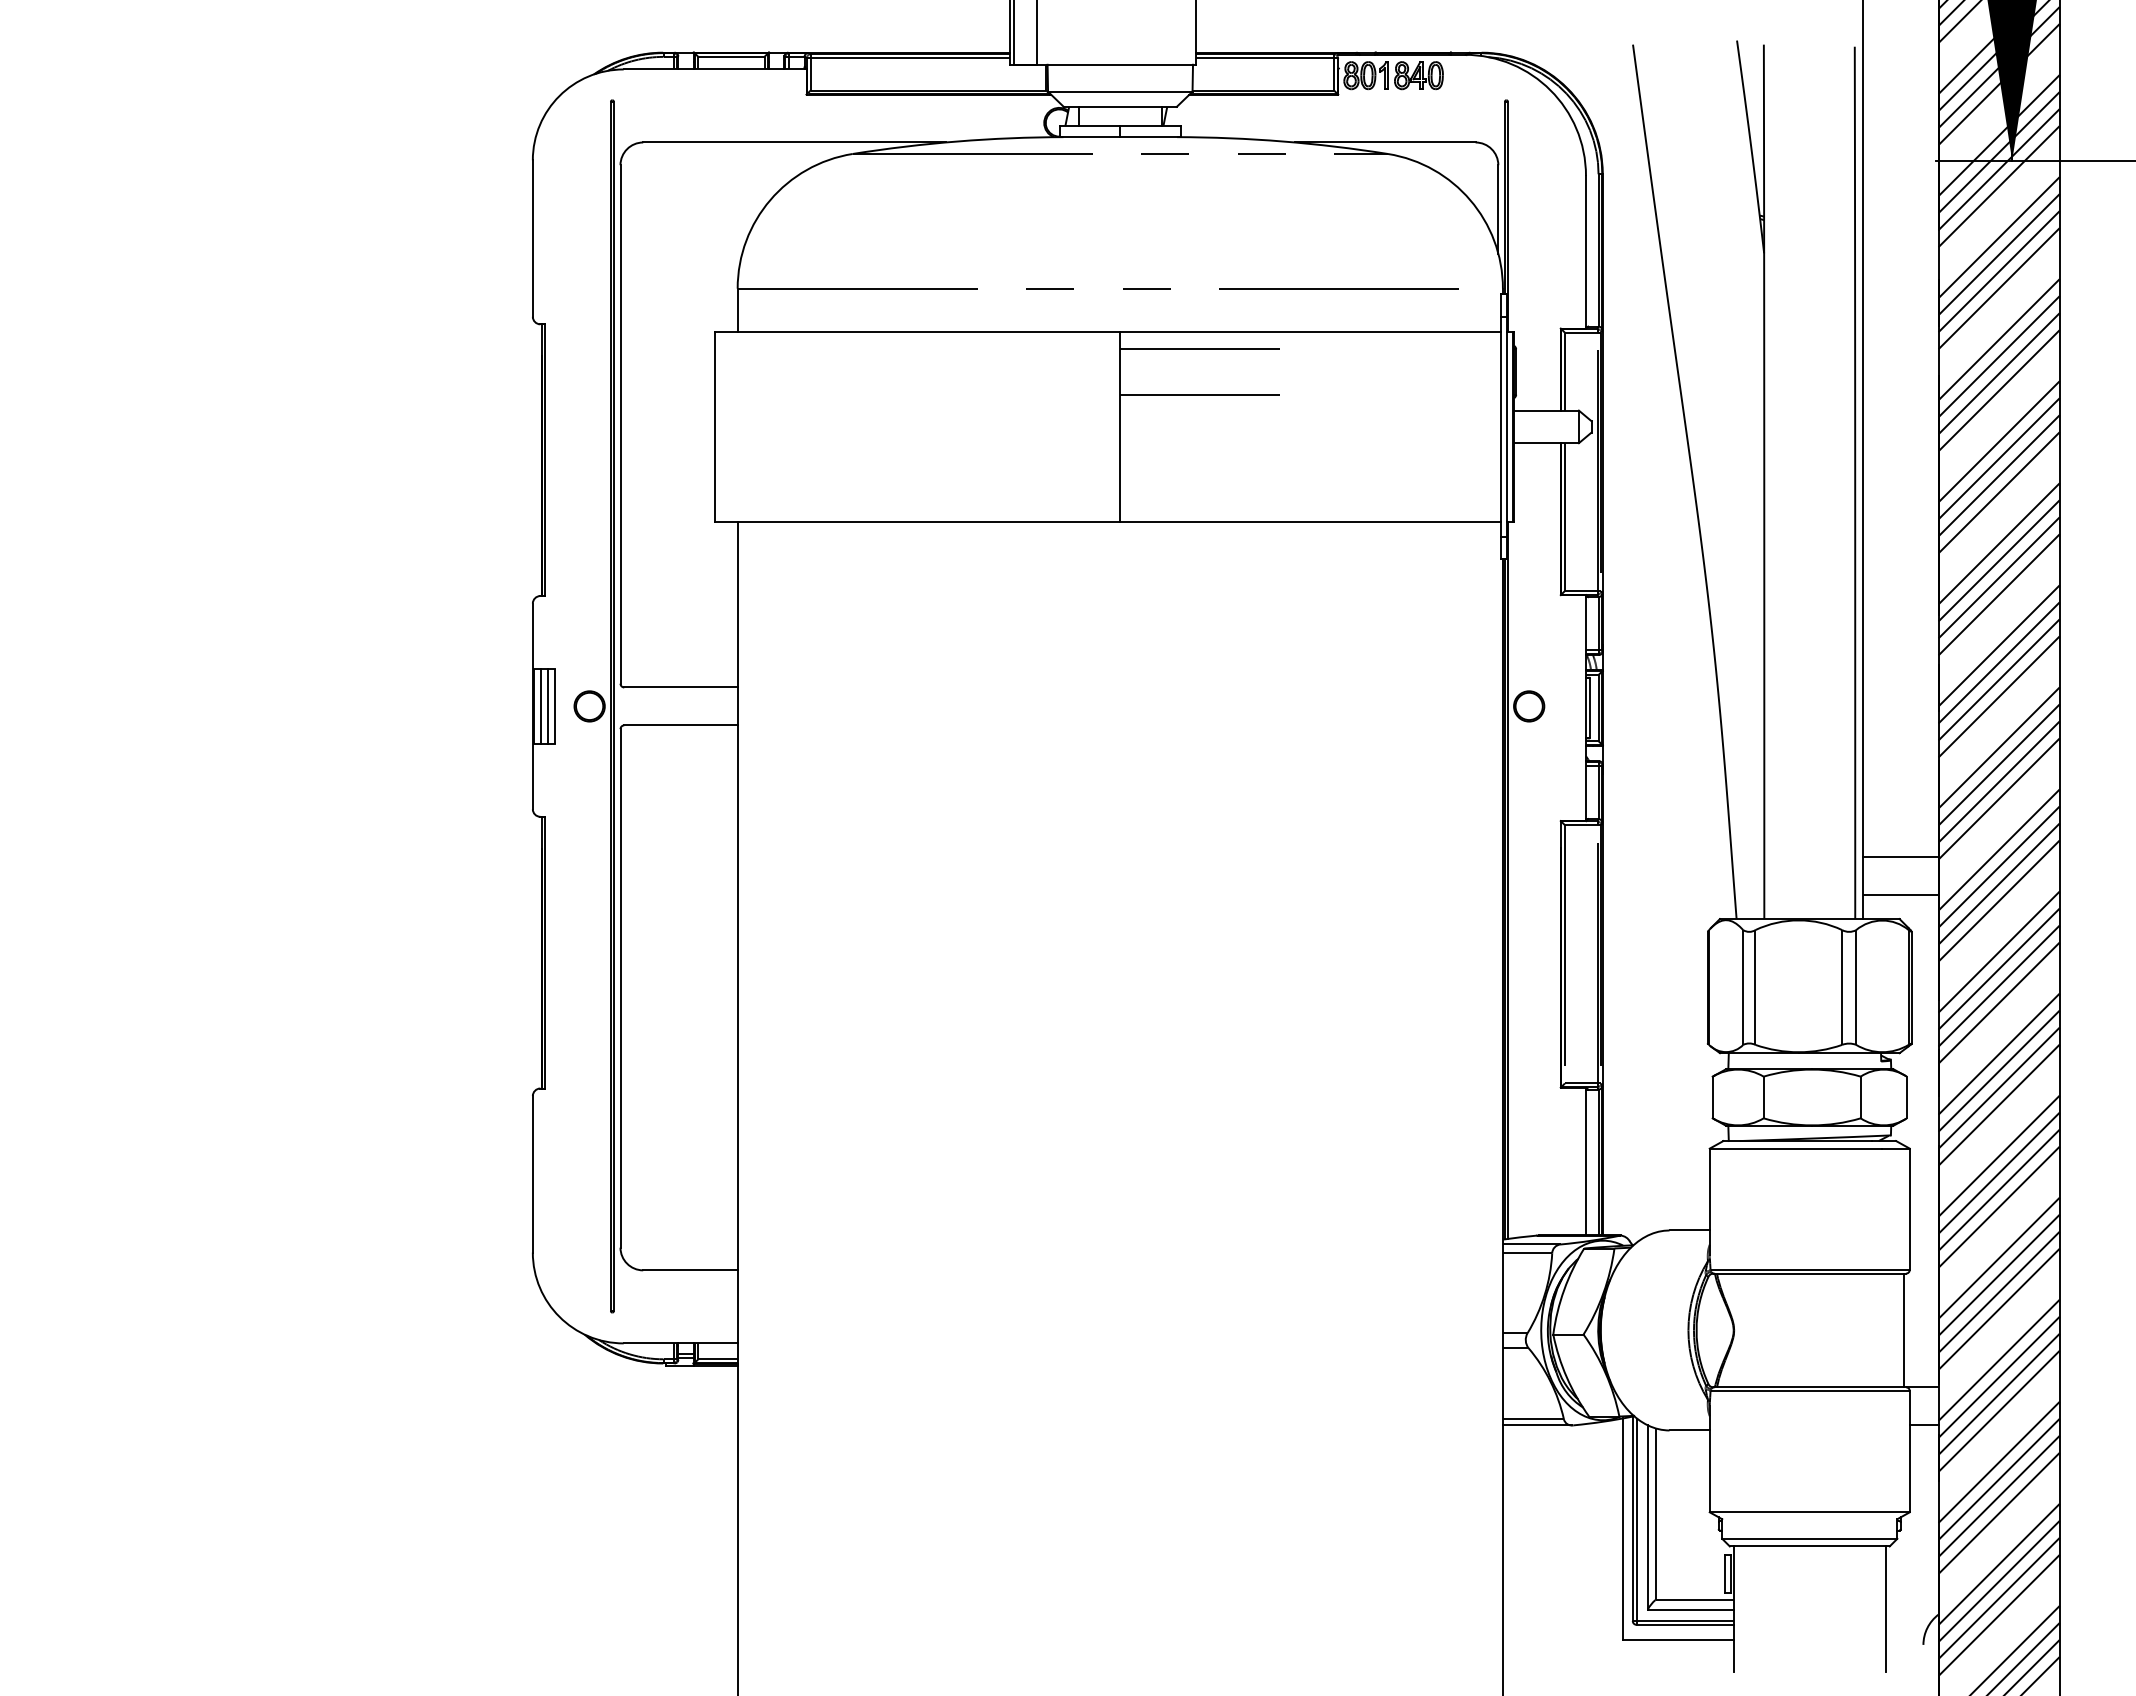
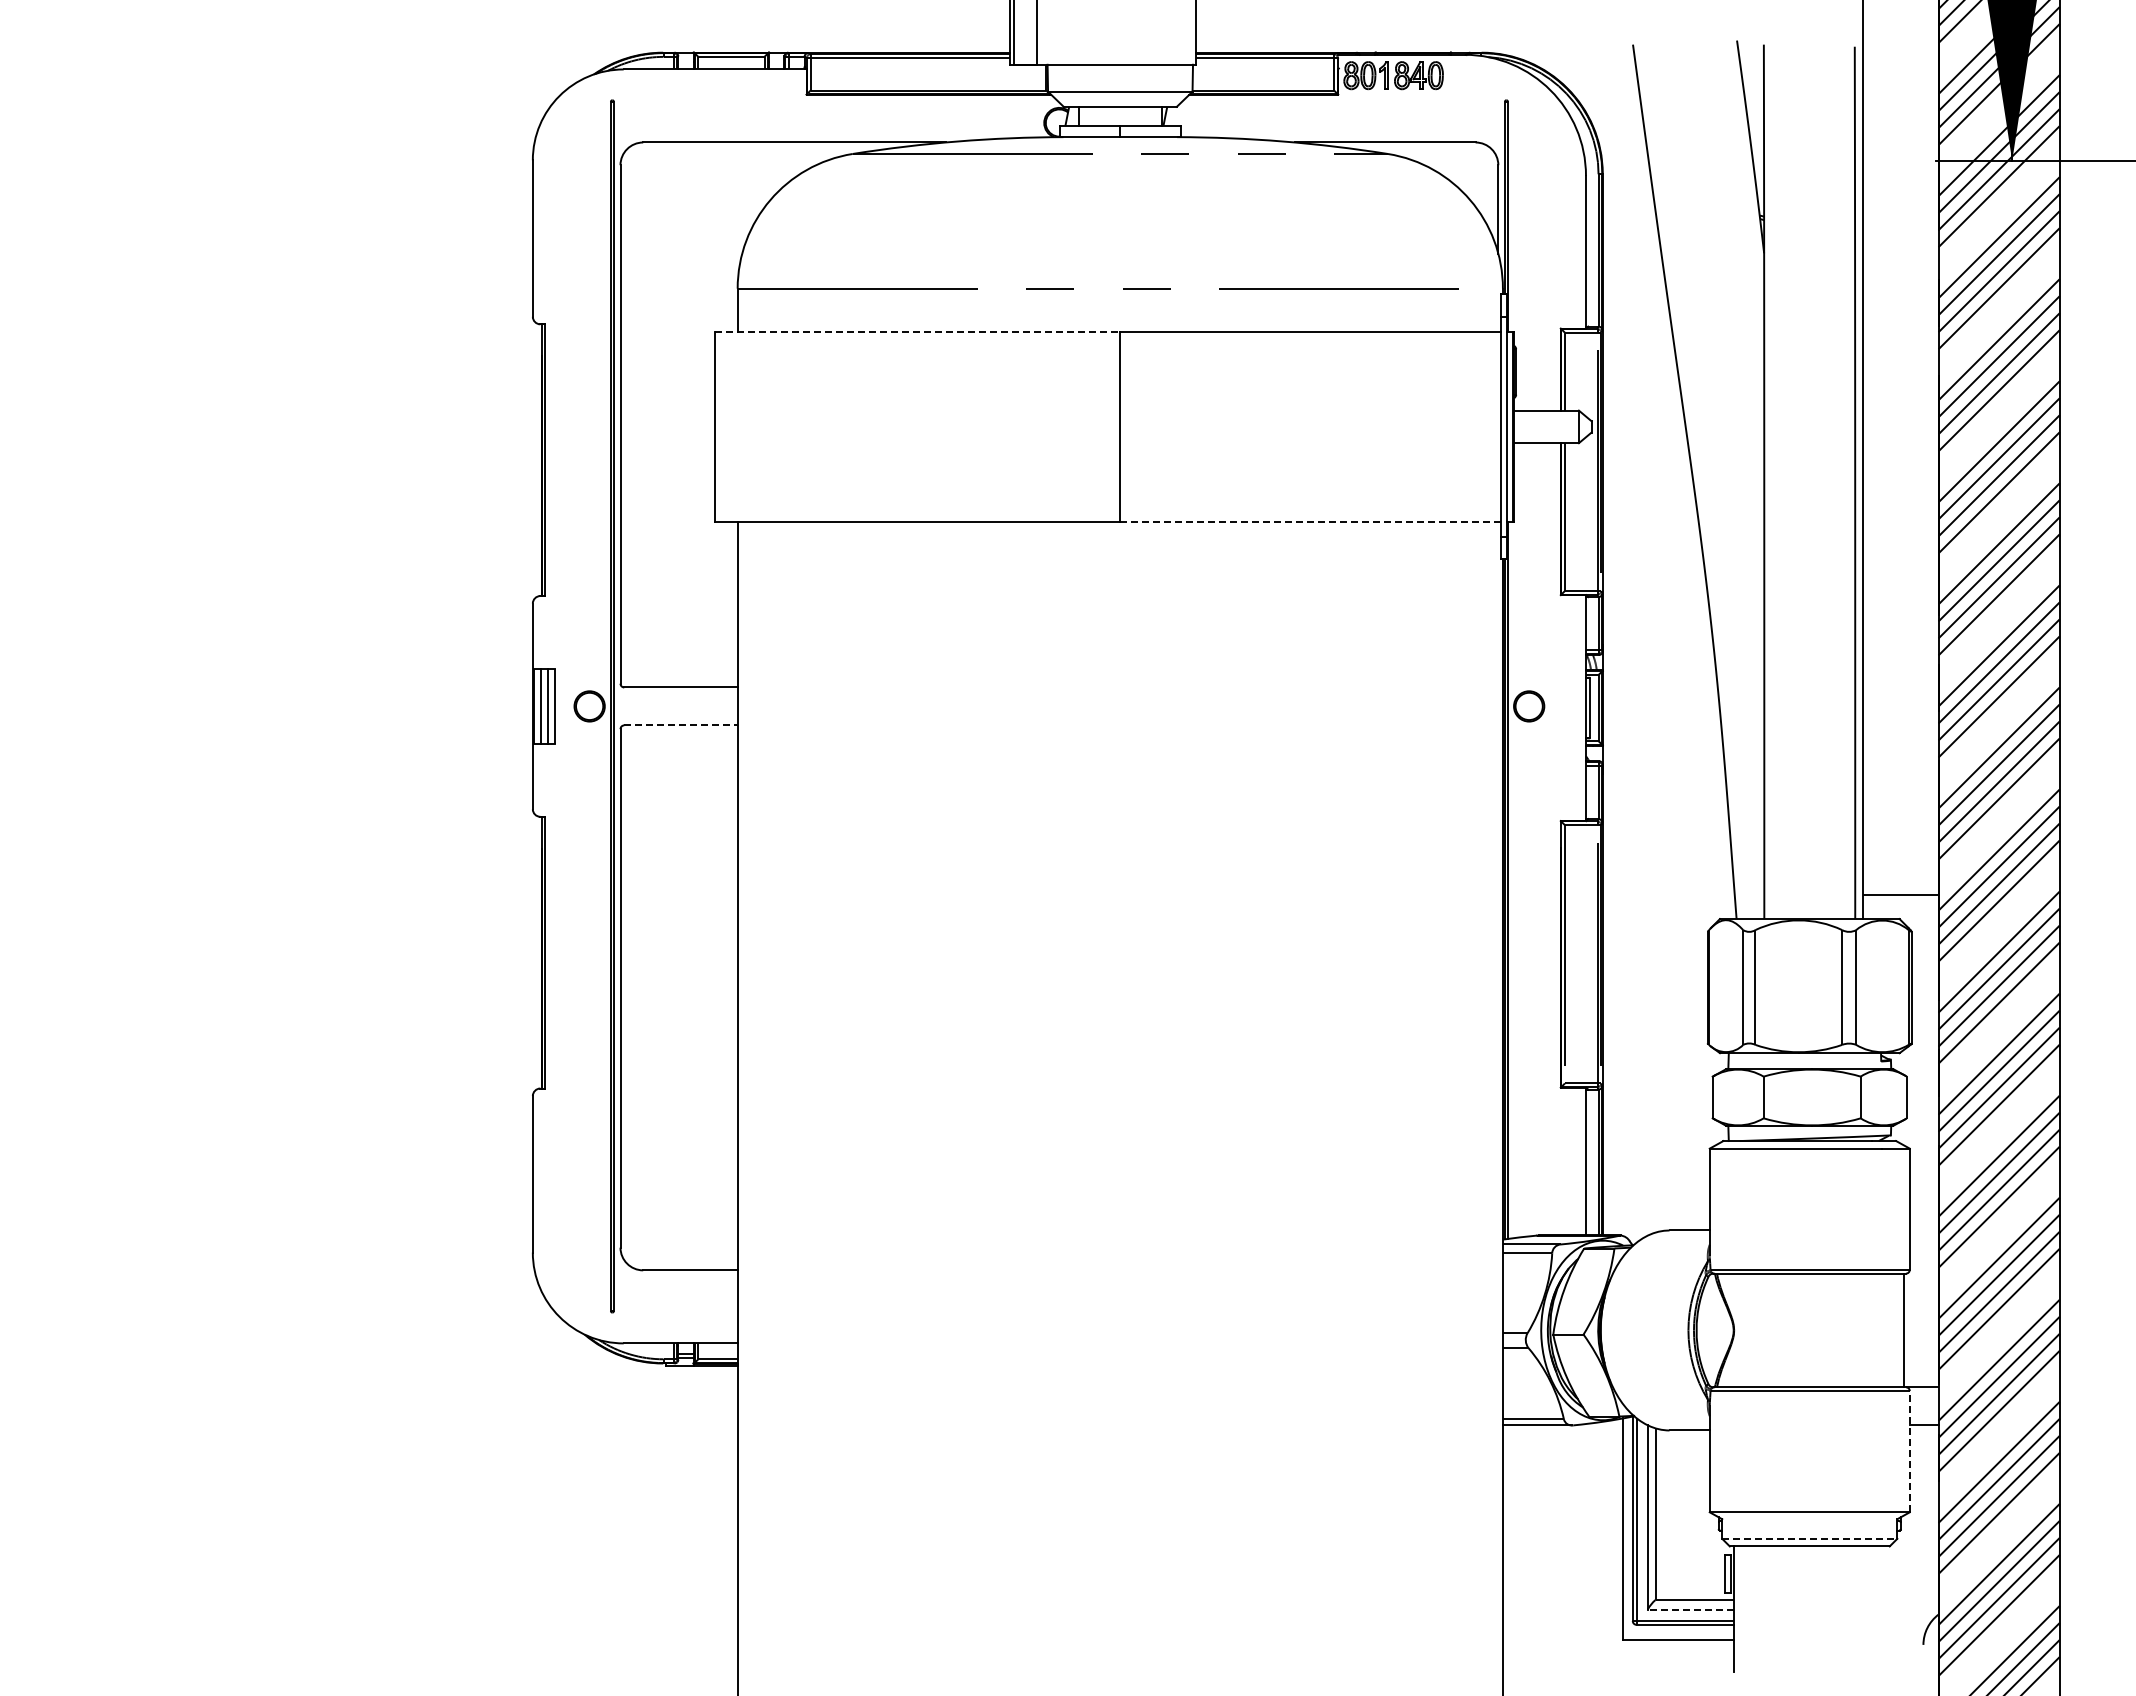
line at (917, 332): solid -> dashed
line at (1199, 349): present -> none
line at (1199, 394): present -> none
line at (1310, 521): solid -> dashed
line at (680, 725): solid -> dashed
line at (1900, 856): present -> none
line at (1909, 1451): solid -> dashed
line at (1809, 1538): solid -> dashed
line at (1885, 1608): present -> none
line at (1690, 1609): solid -> dashed
